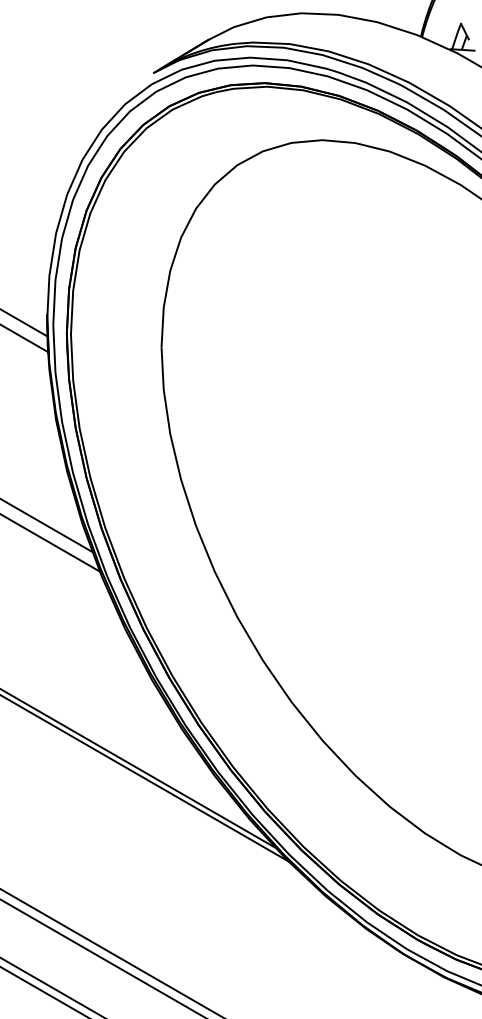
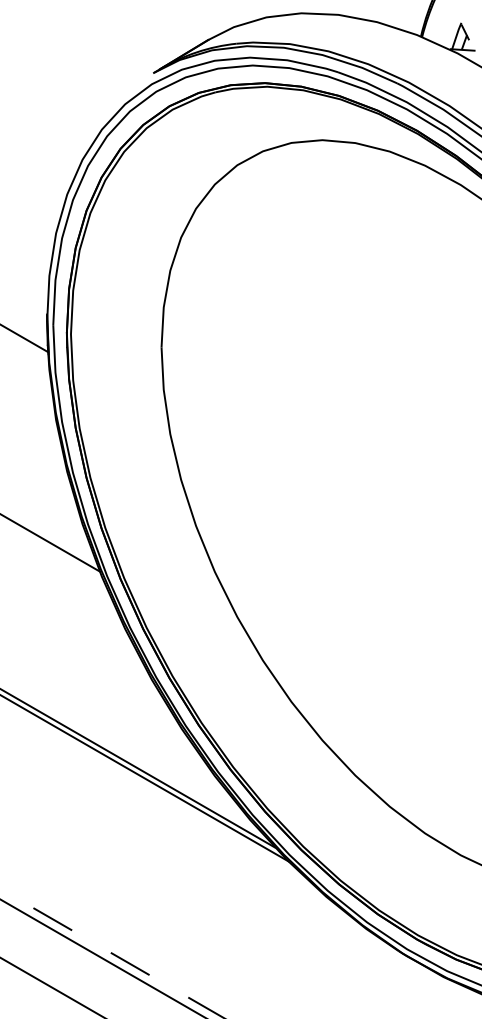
line at (24, 323): present -> none
line at (47, 525): present -> none
line at (113, 954): solid -> dashed
line at (43, 991): present -> none
